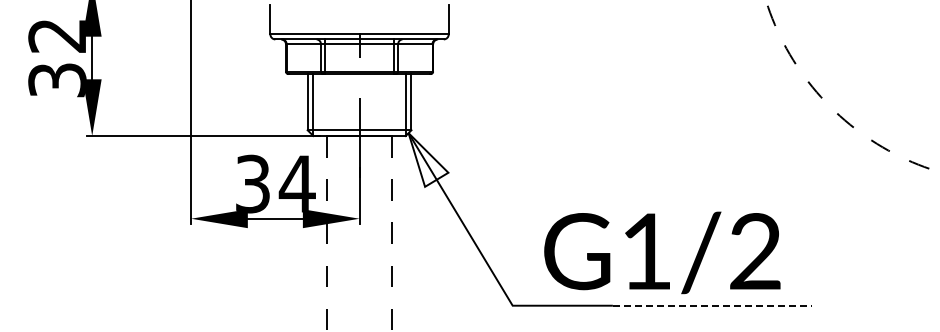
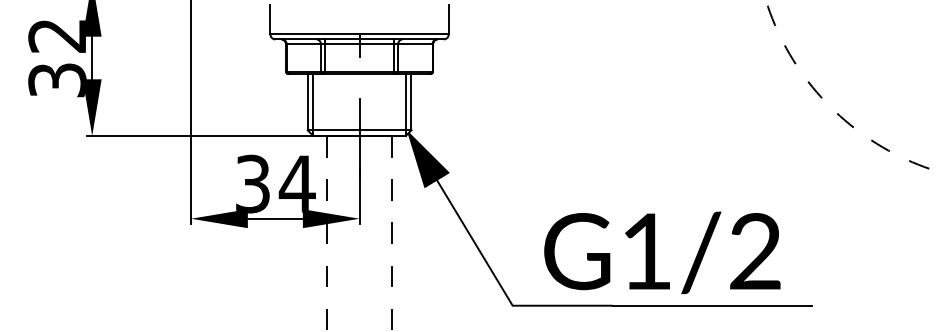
fill at (428, 159): none -> present
line at (712, 305): dashed -> solid
